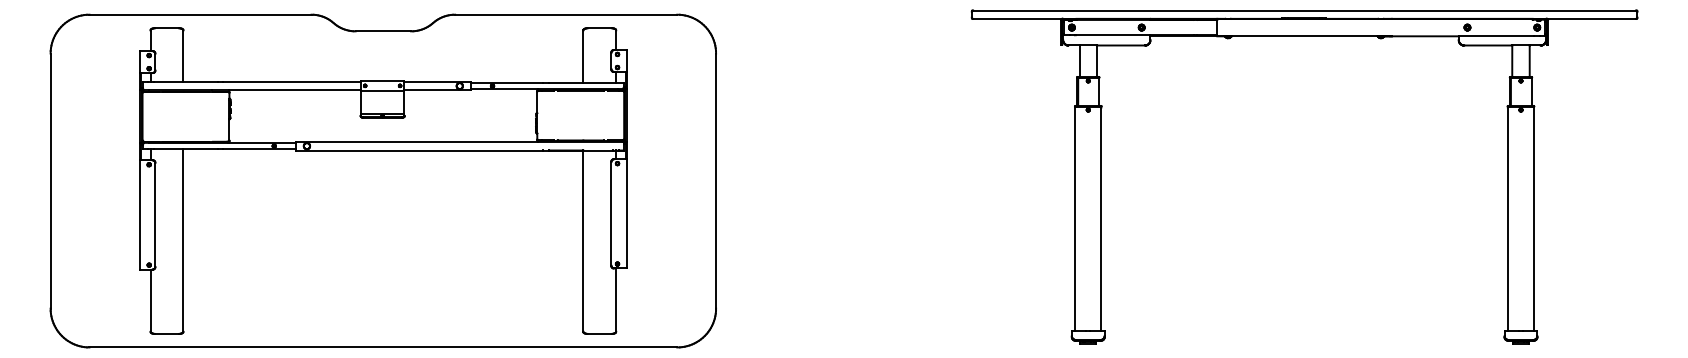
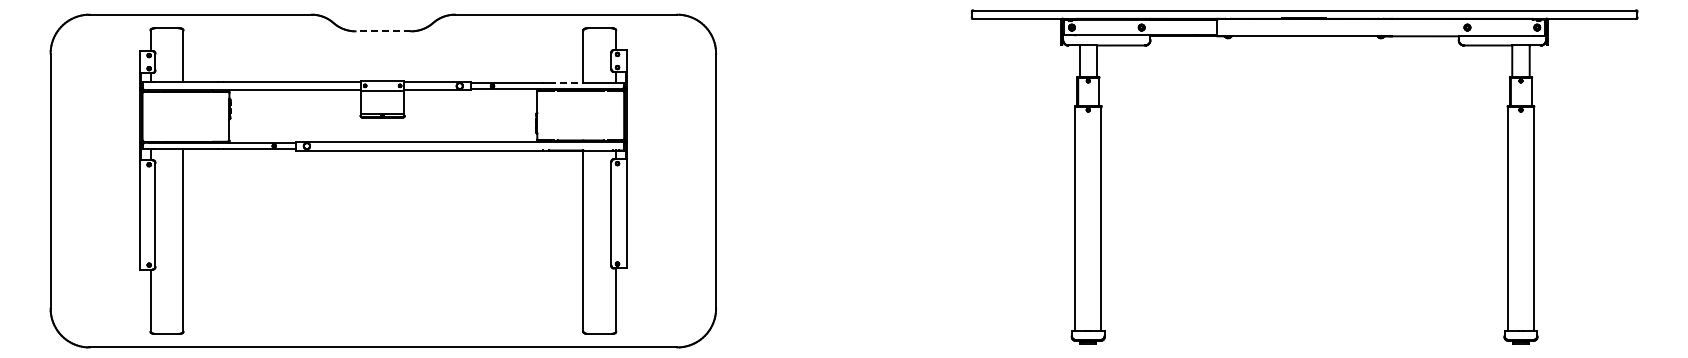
line at (383, 31): solid -> dashed
line at (566, 82): solid -> dashed
